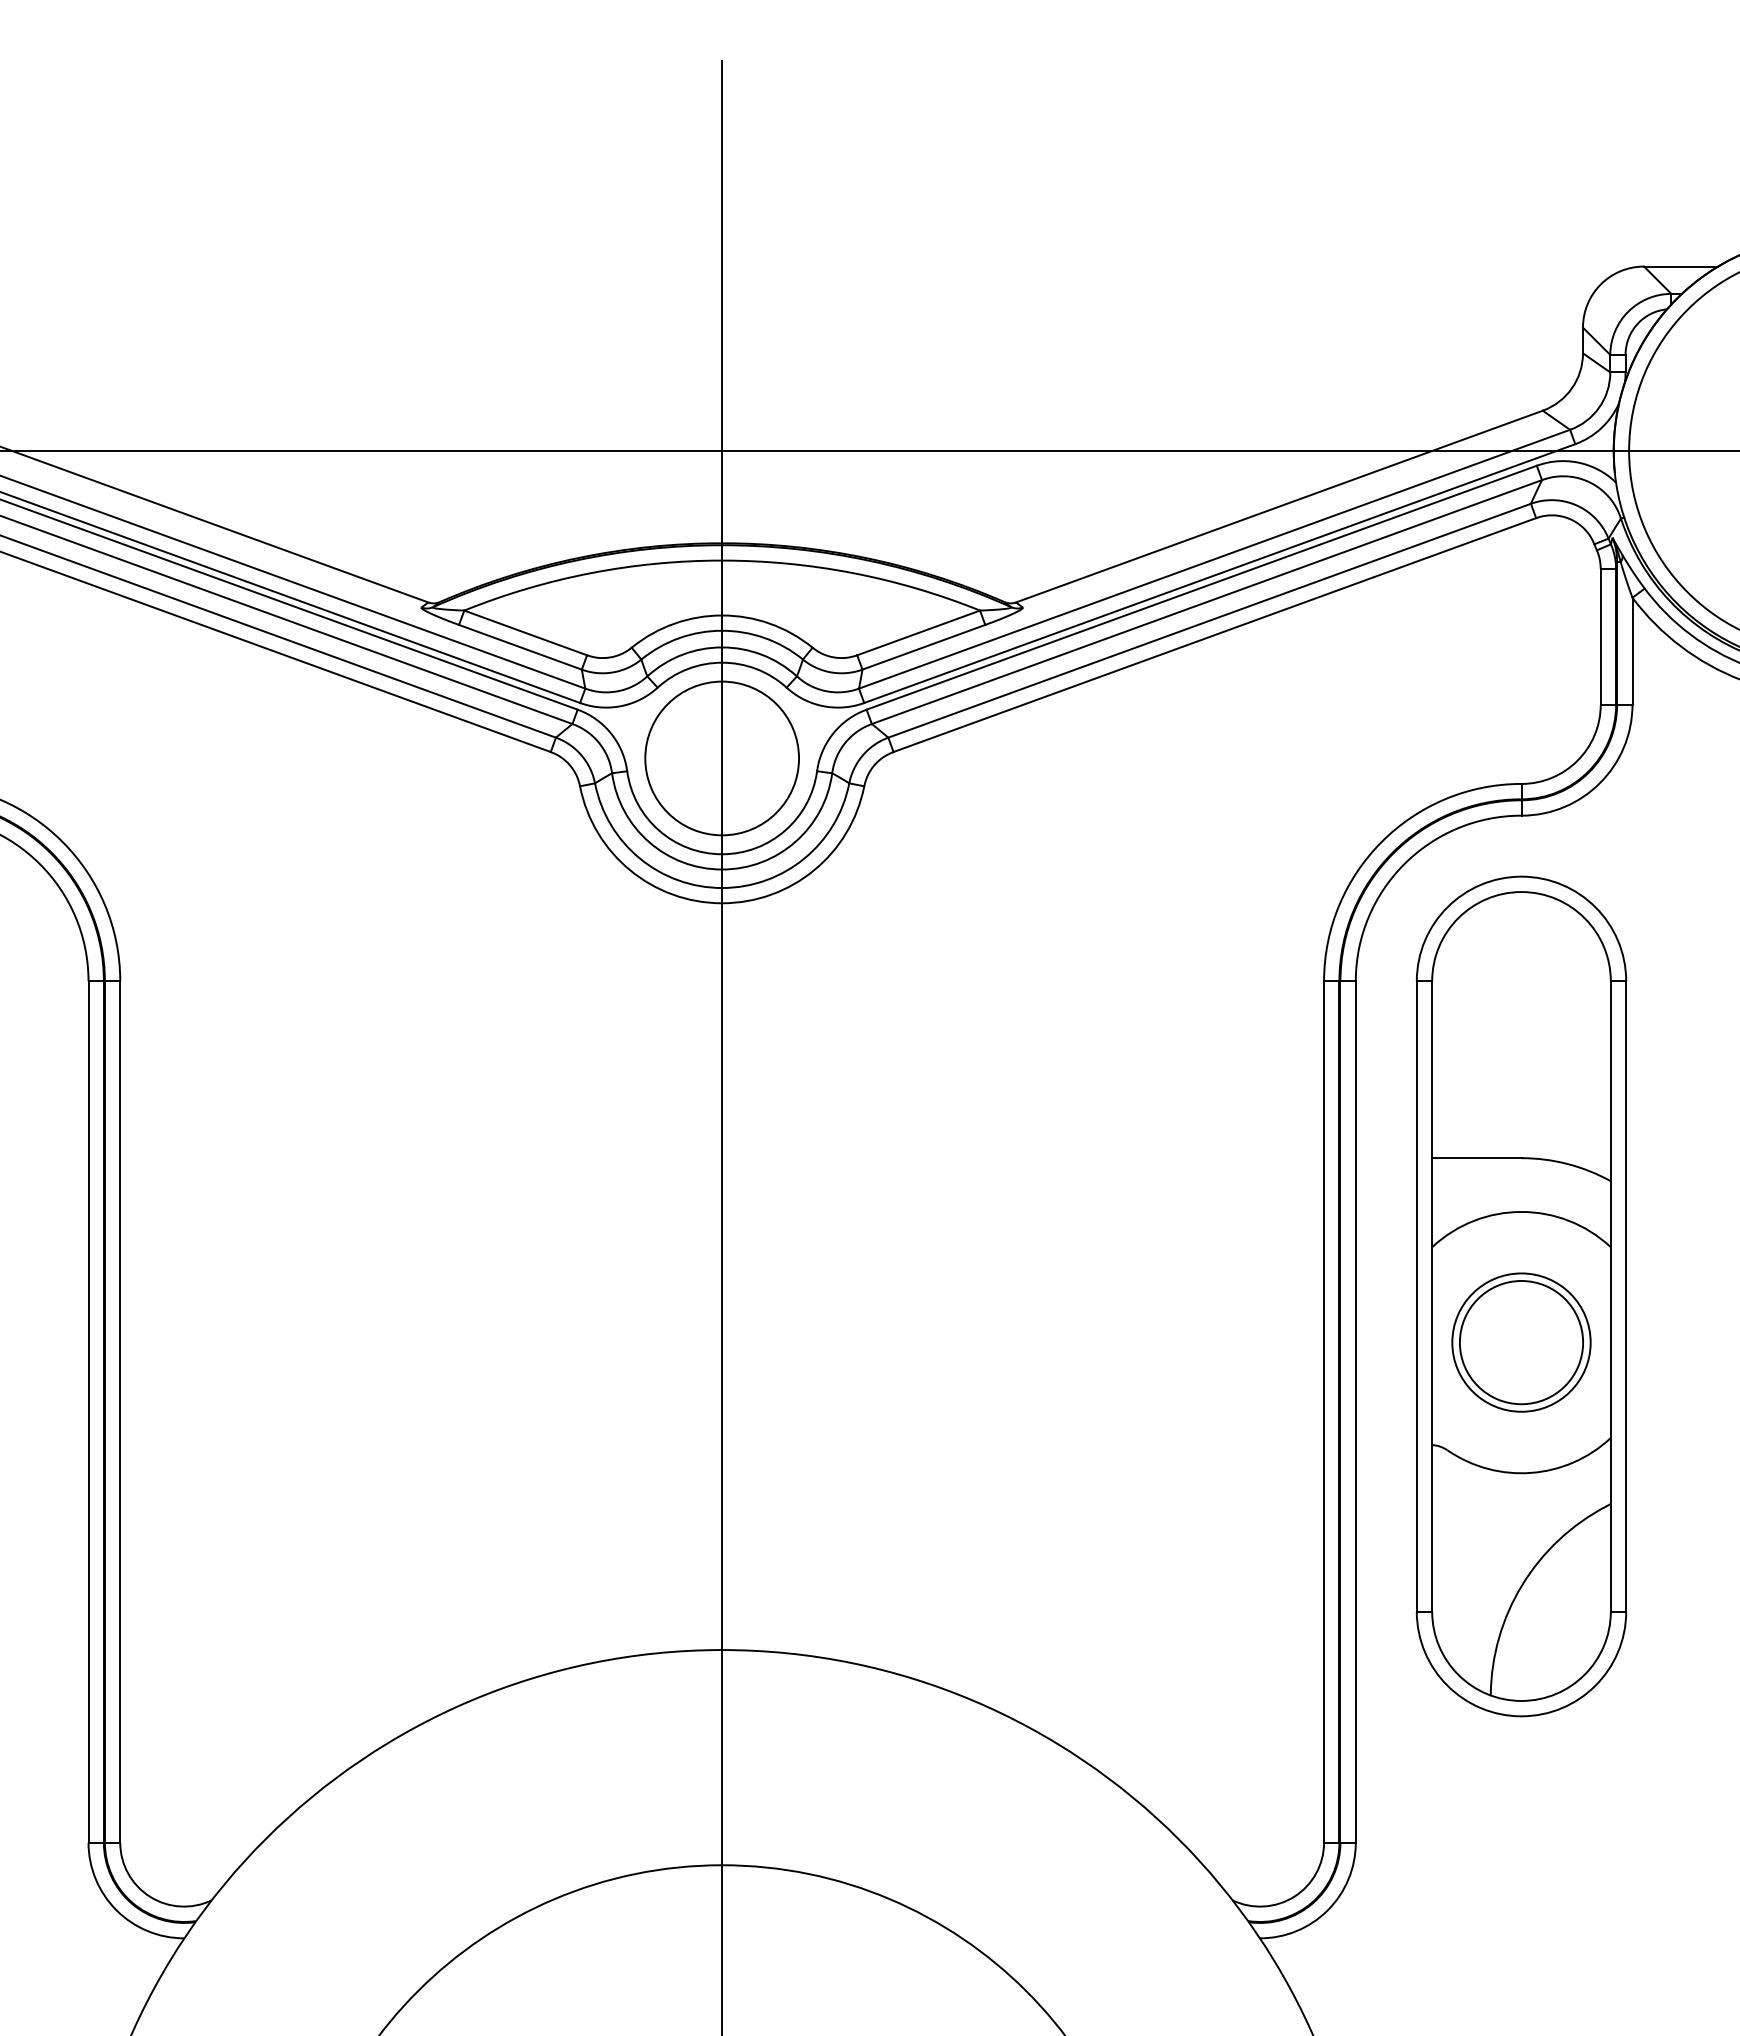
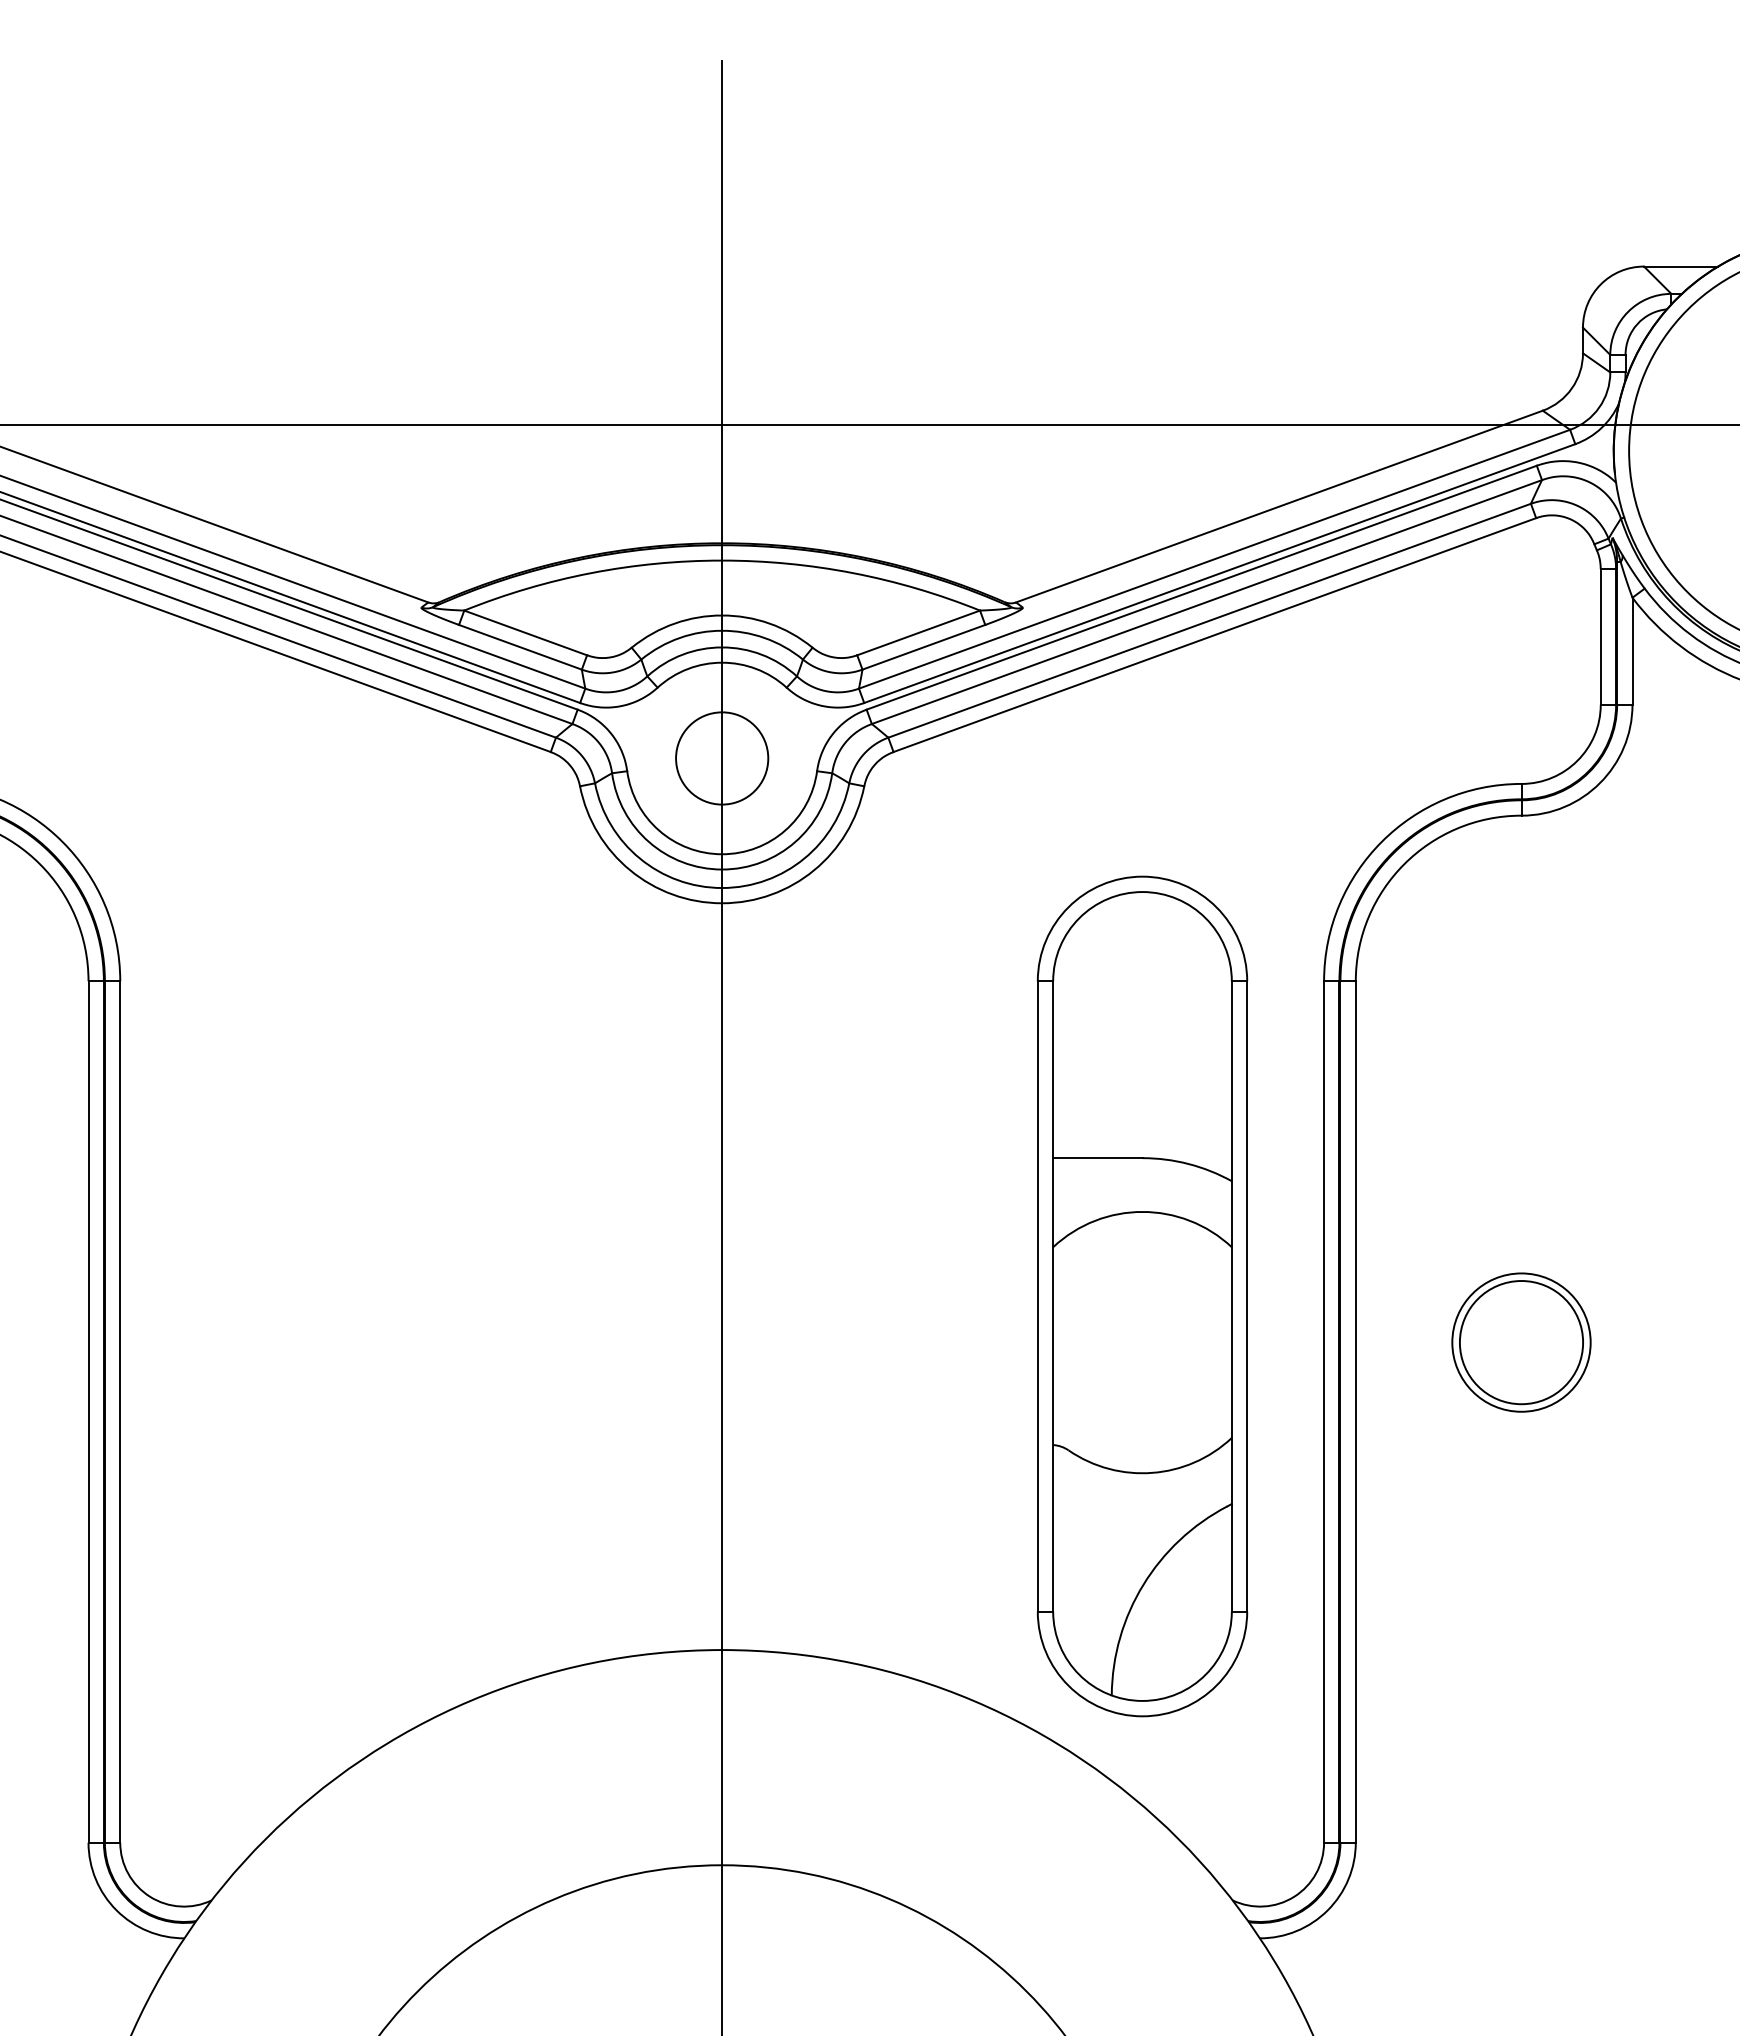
line at (869, 451) position: (869, 451) -> (869, 425)
circle at (722, 758) diameter: 154 px -> 92 px
part at (1521, 1296) position: (1521, 1296) -> (1142, 1296)
